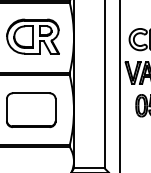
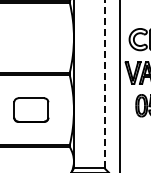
part at (32, 36): present -> none
line at (104, 84): solid -> dashed
part at (31, 109) size: 51x36 px -> 37x26 px
